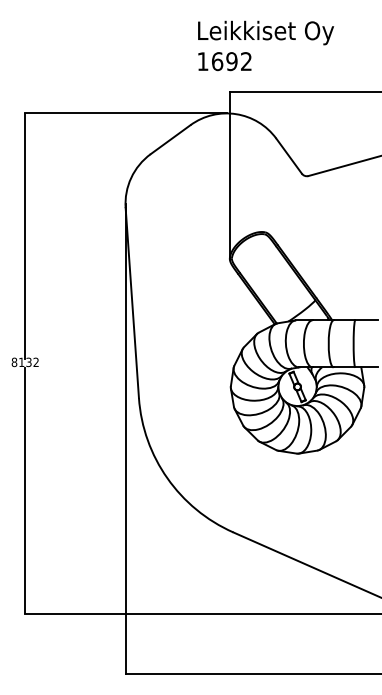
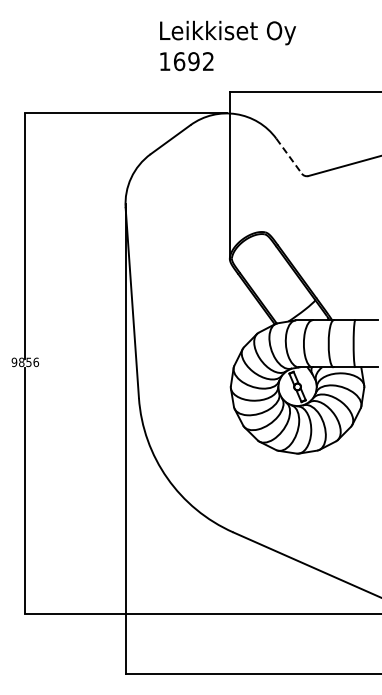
text at (266, 45) position: (266, 45) -> (228, 45)
line at (289, 156): solid -> dashed
text at (25, 362): 8132 -> 9856
